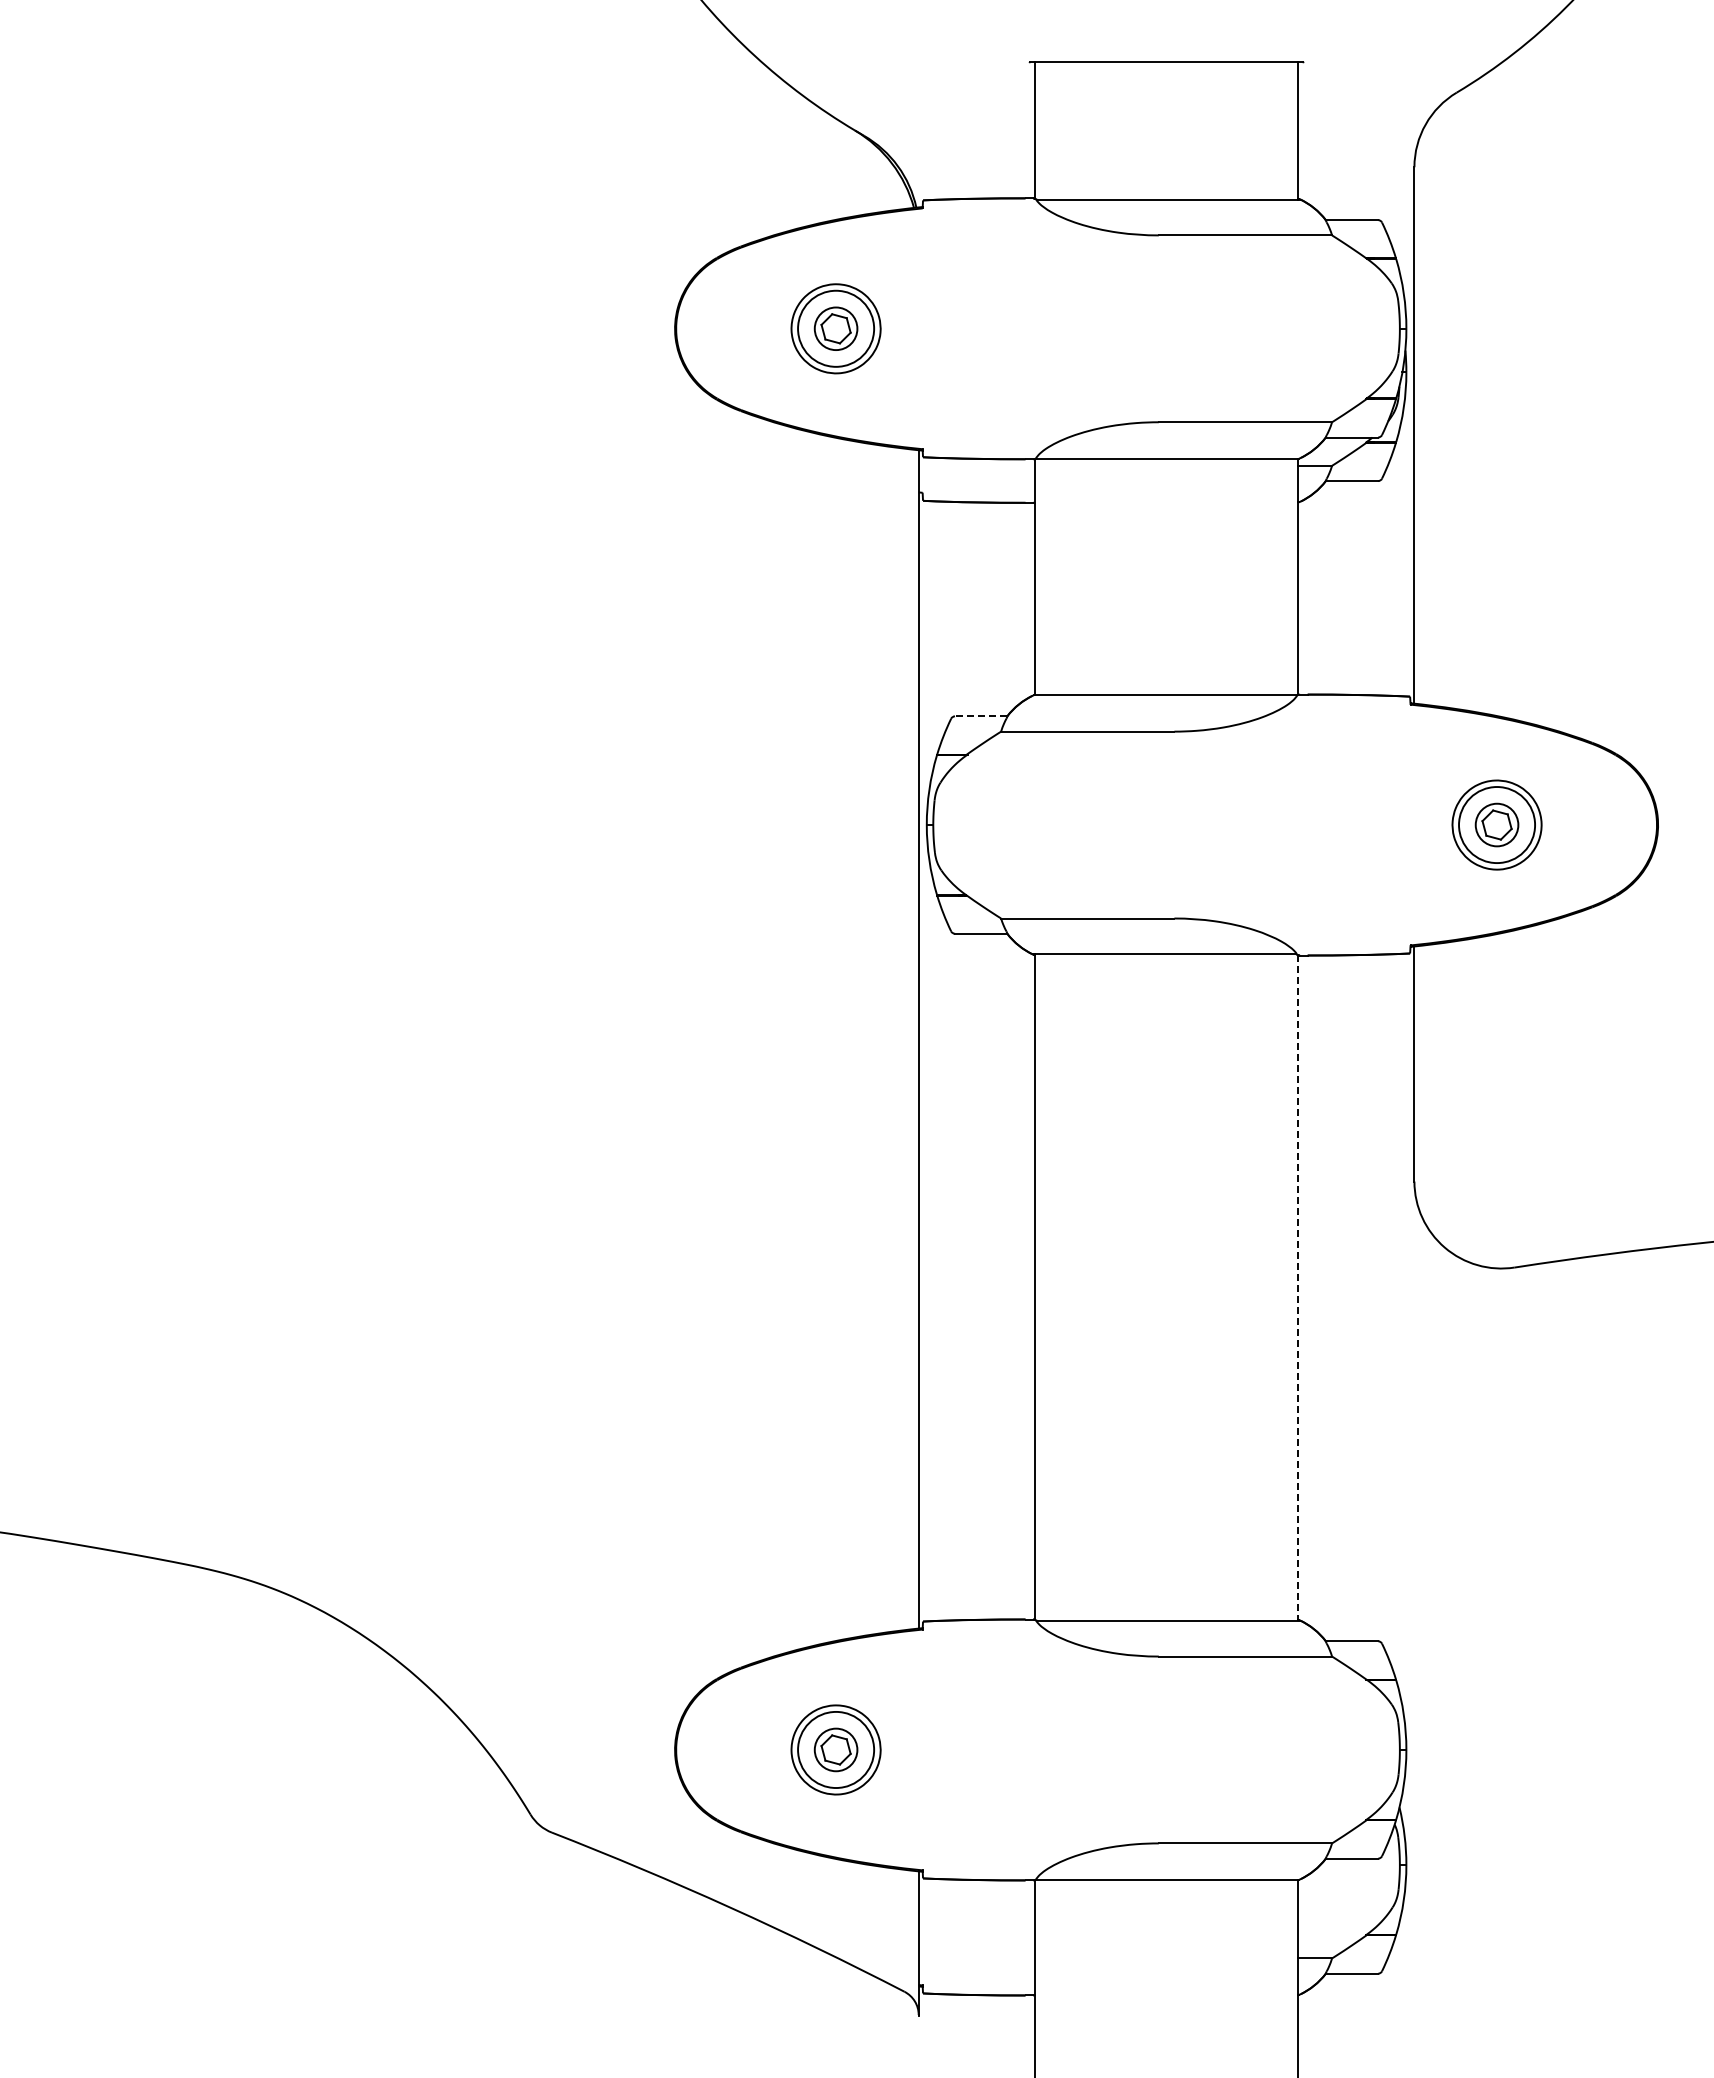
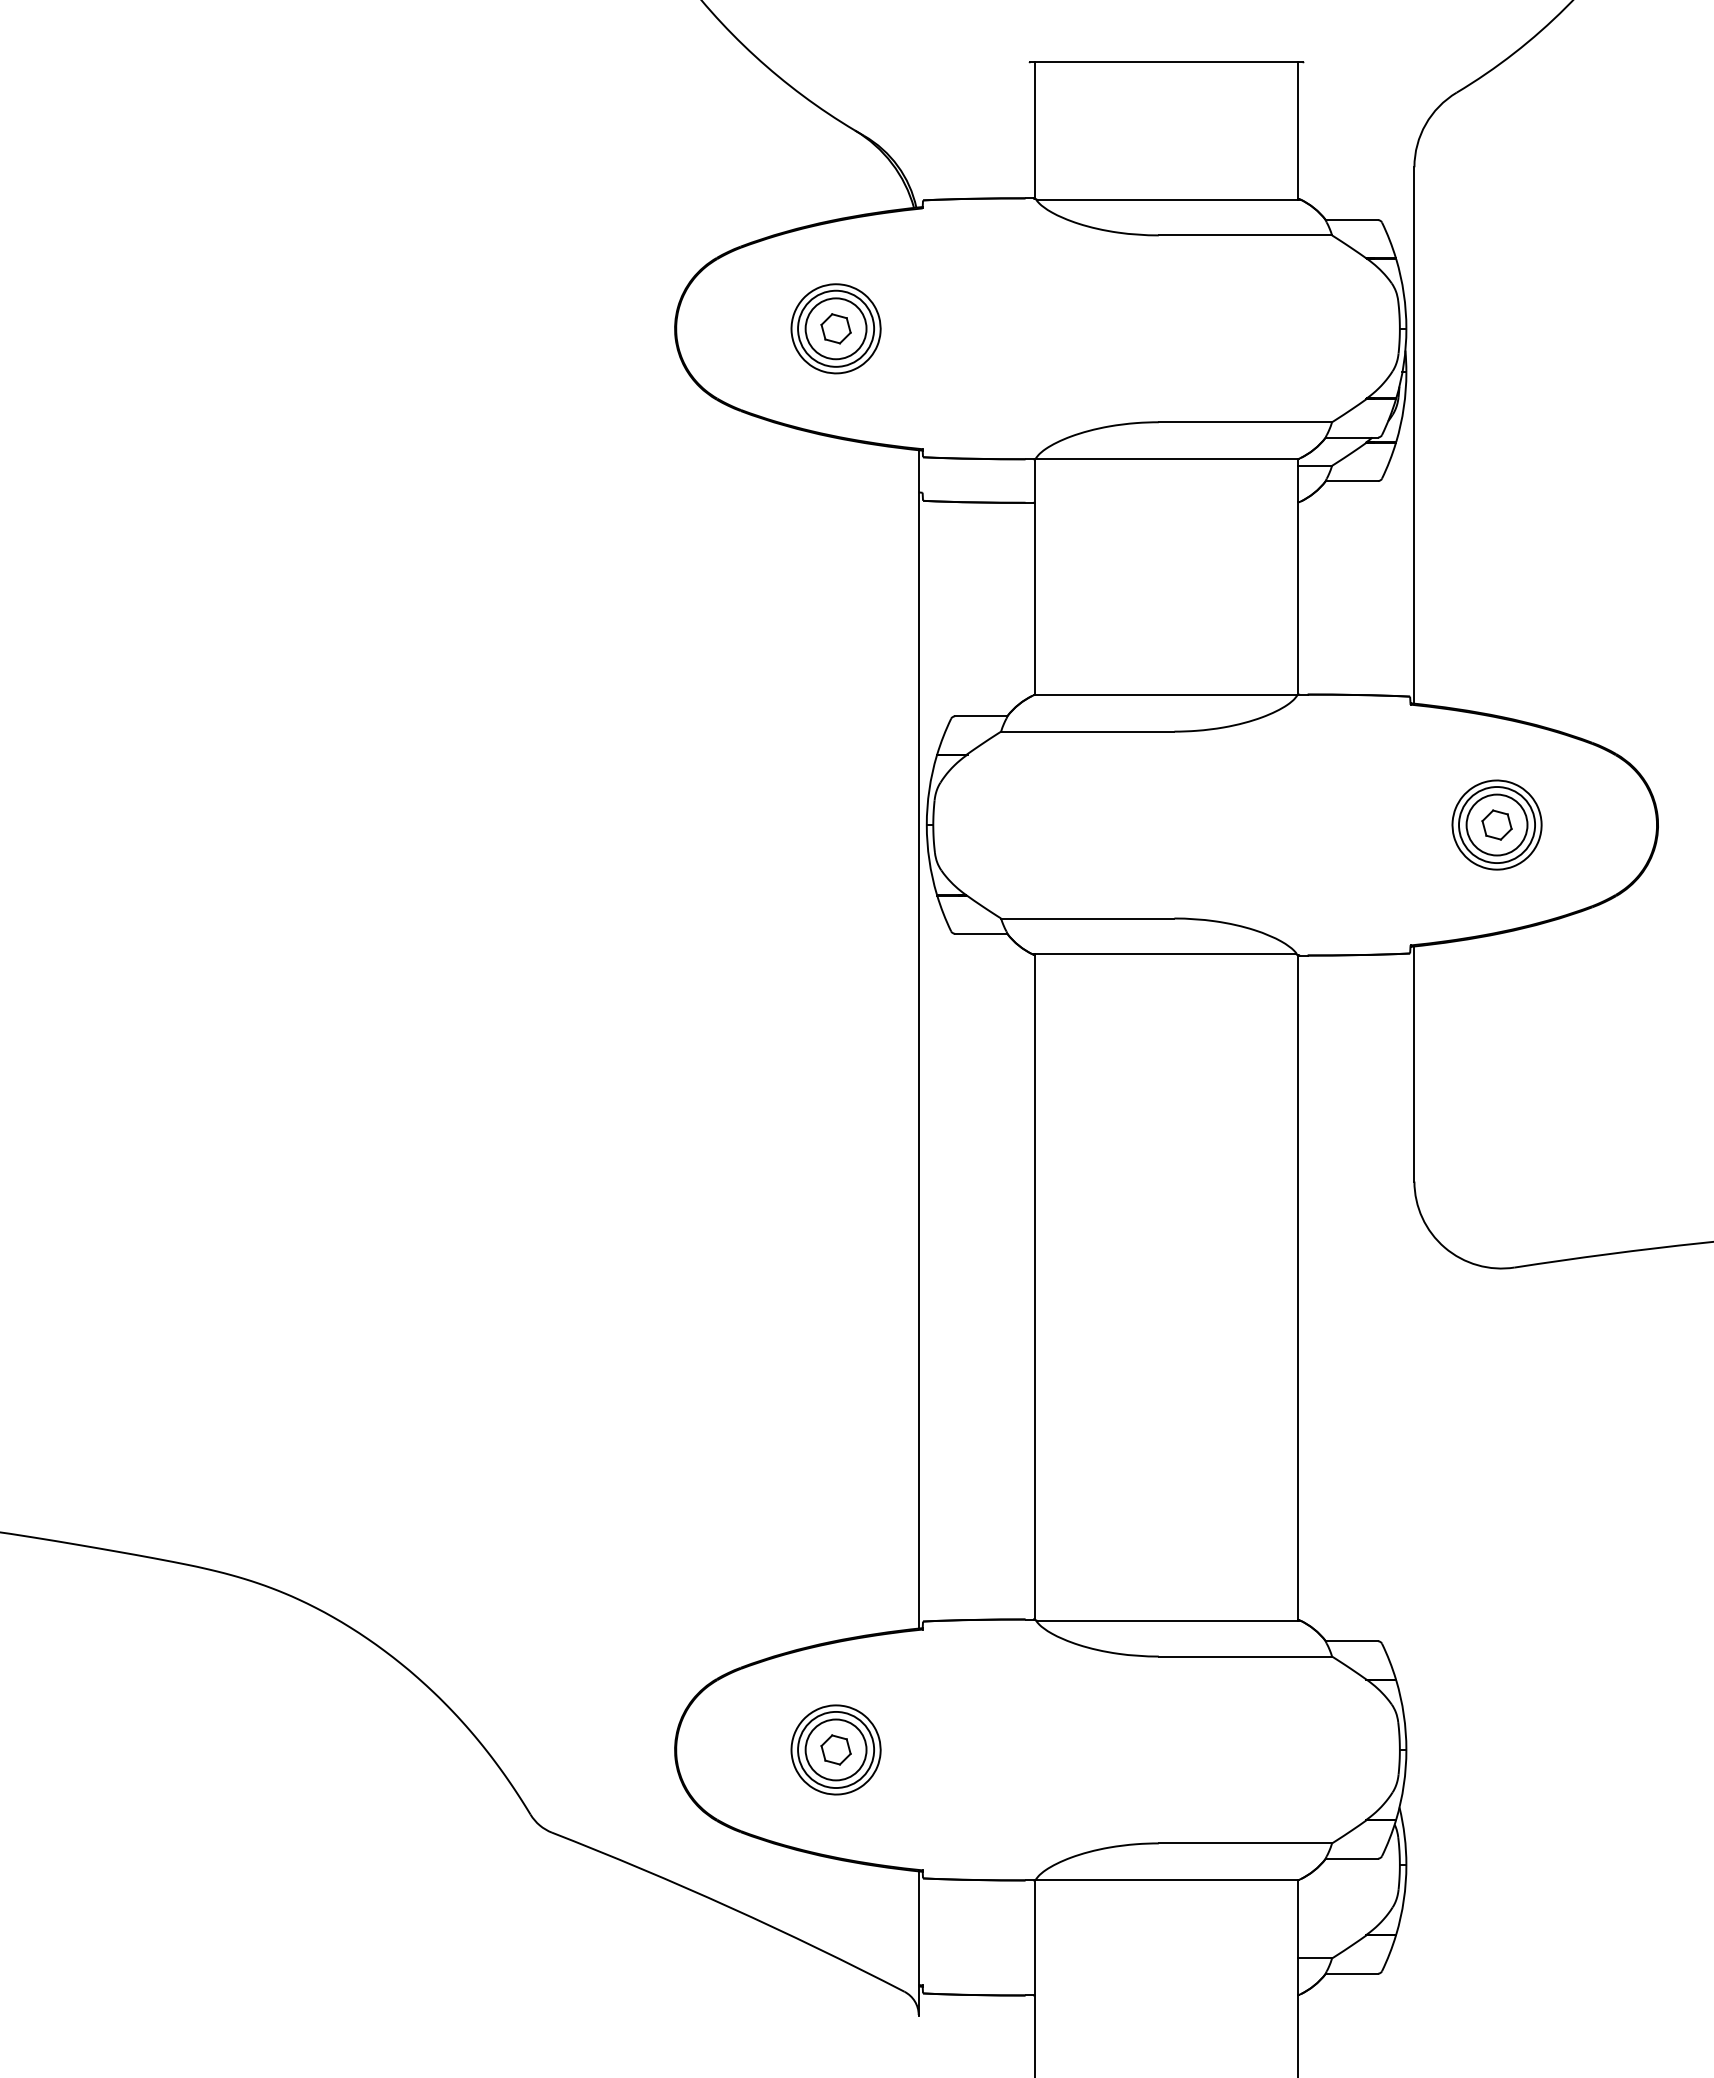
circle at (835, 328) diameter: 43 px -> 61 px
line at (980, 716): dashed -> solid
circle at (1496, 824) diameter: 43 px -> 61 px
line at (1297, 1287): dashed -> solid
circle at (835, 1749) diameter: 43 px -> 61 px
